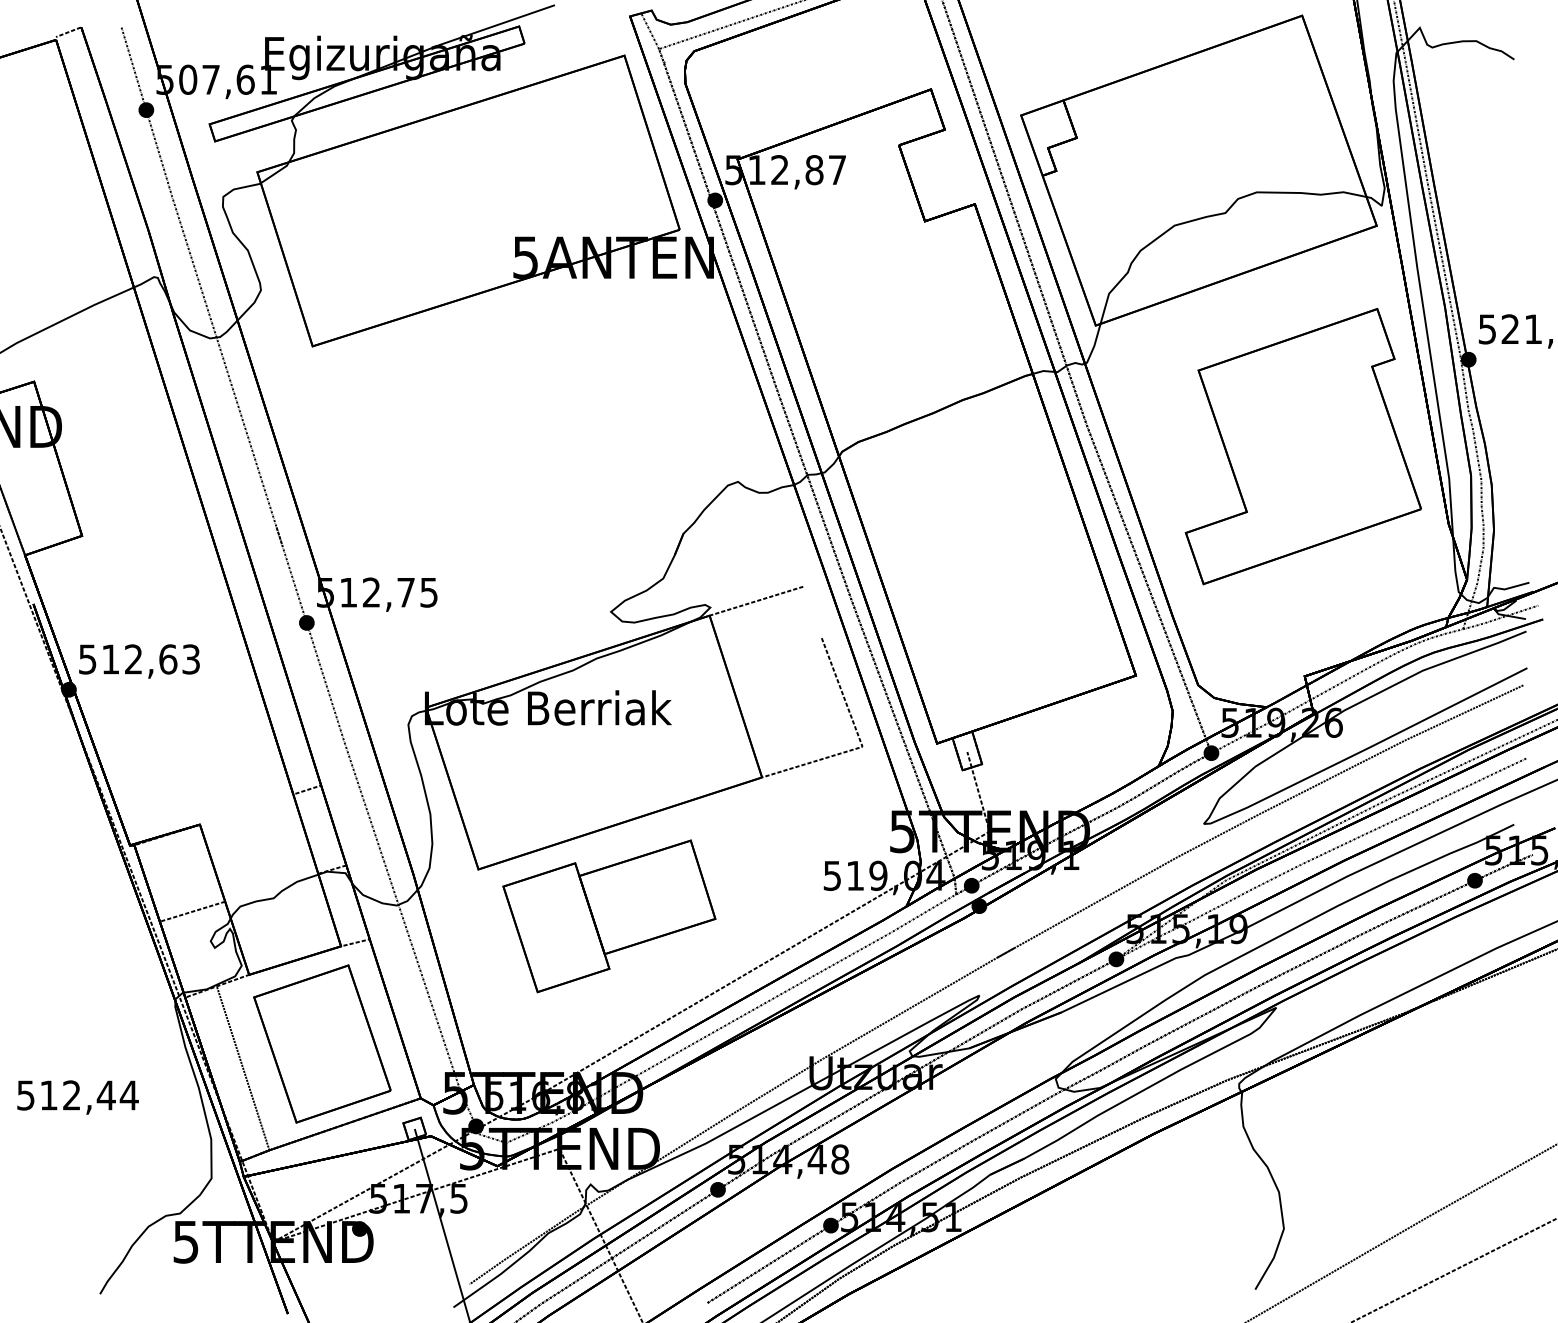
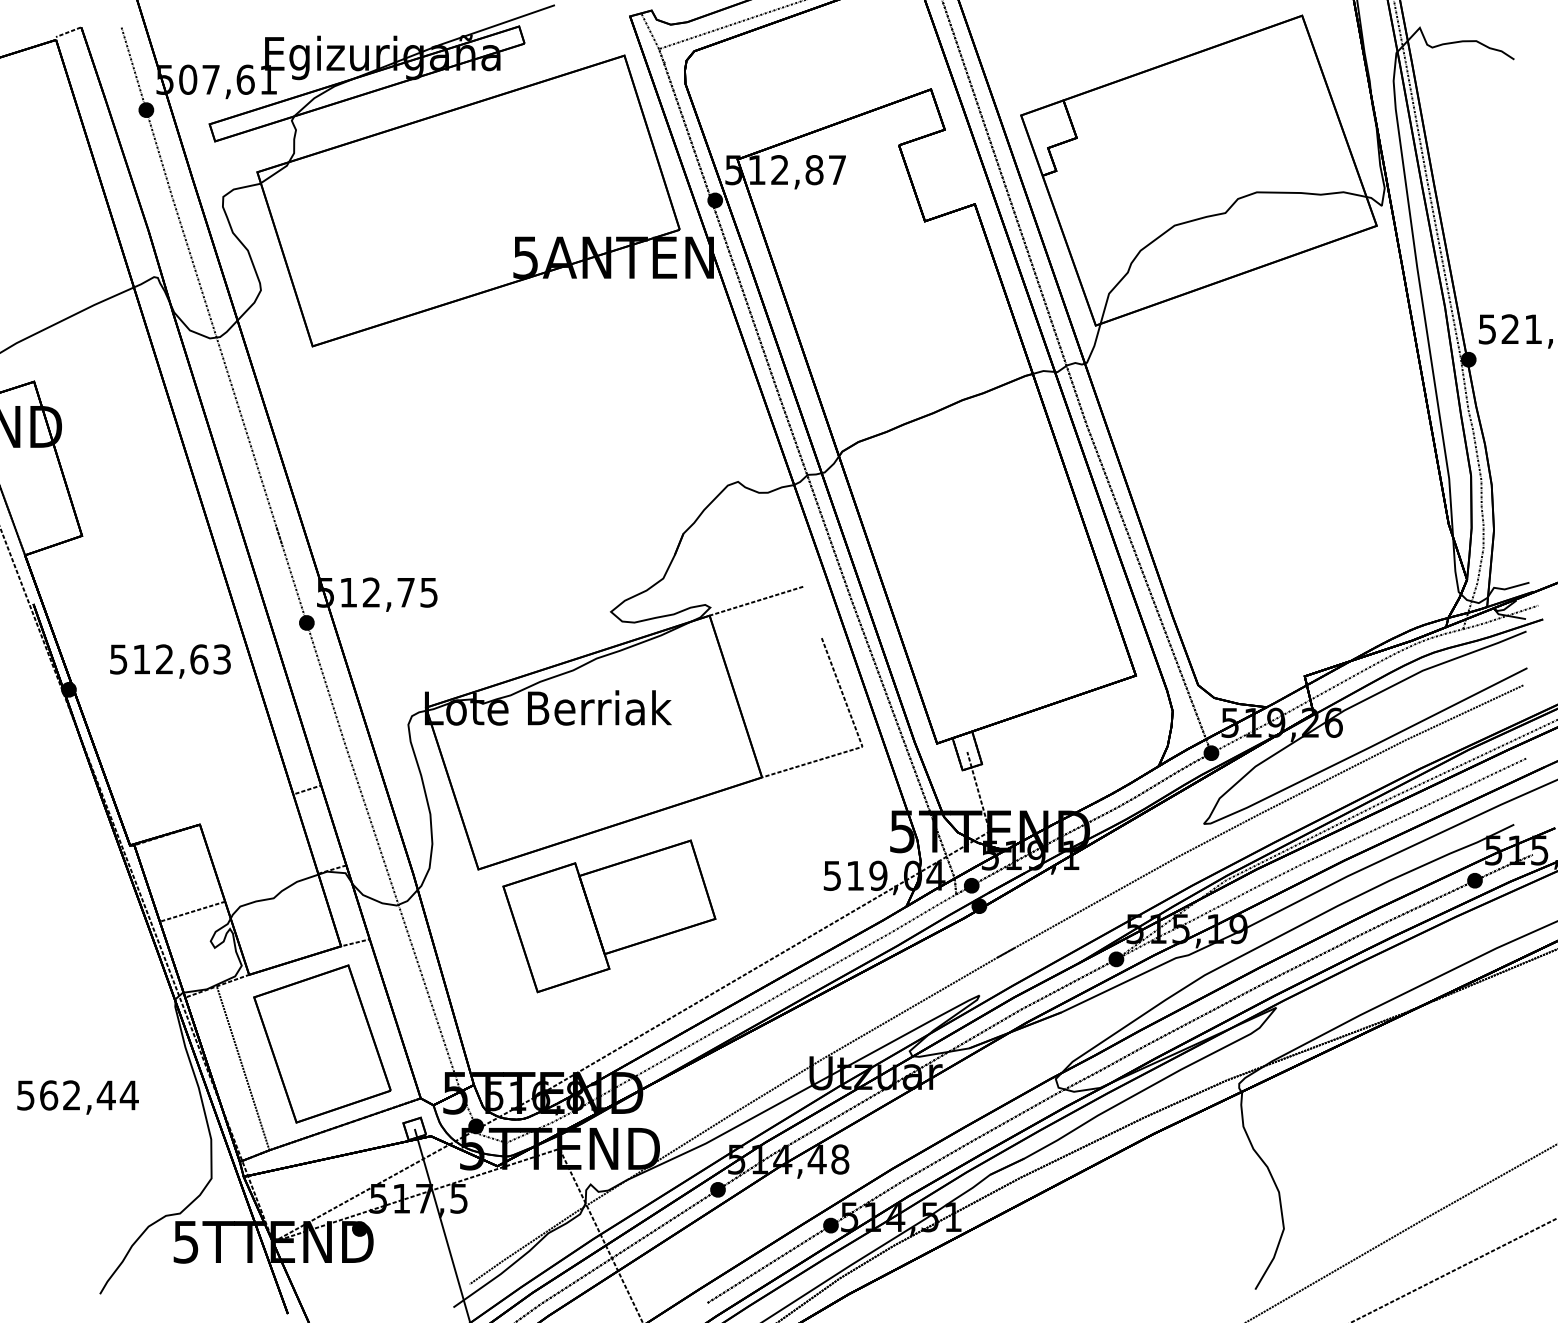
part at (1302, 446): present -> none
text at (139, 661) position: (139, 661) -> (170, 661)
text at (49, 1095): 512,44 -> 562,44
